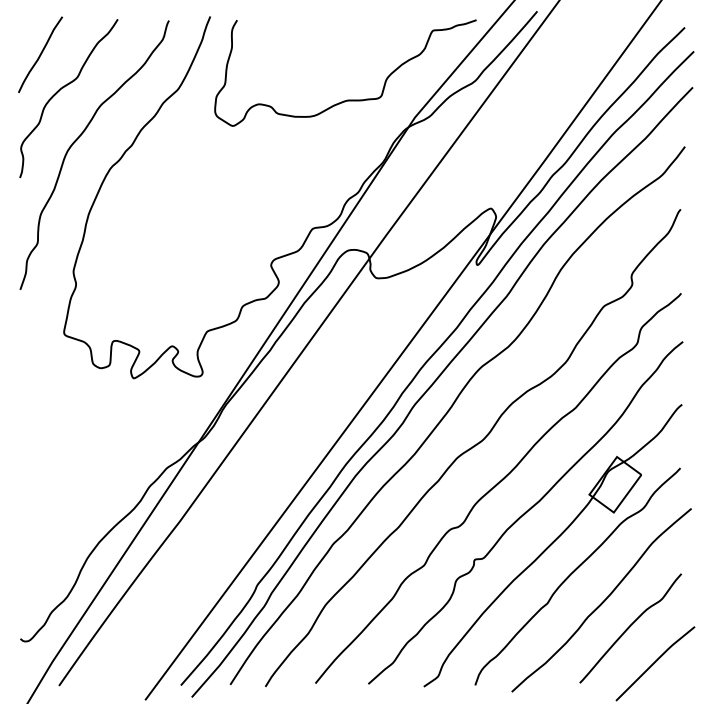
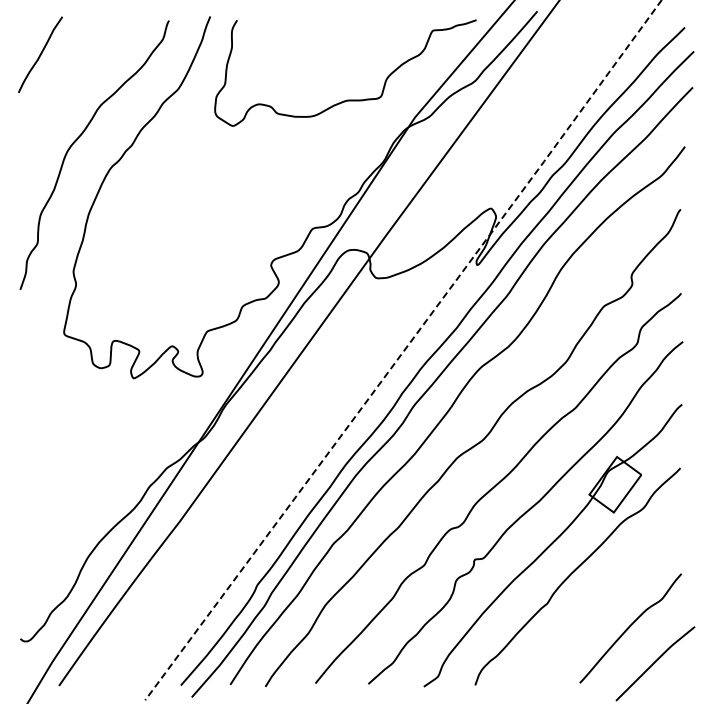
curve at (63, 88): present -> none
line at (403, 351): solid -> dashed
curve at (602, 601): present -> none
